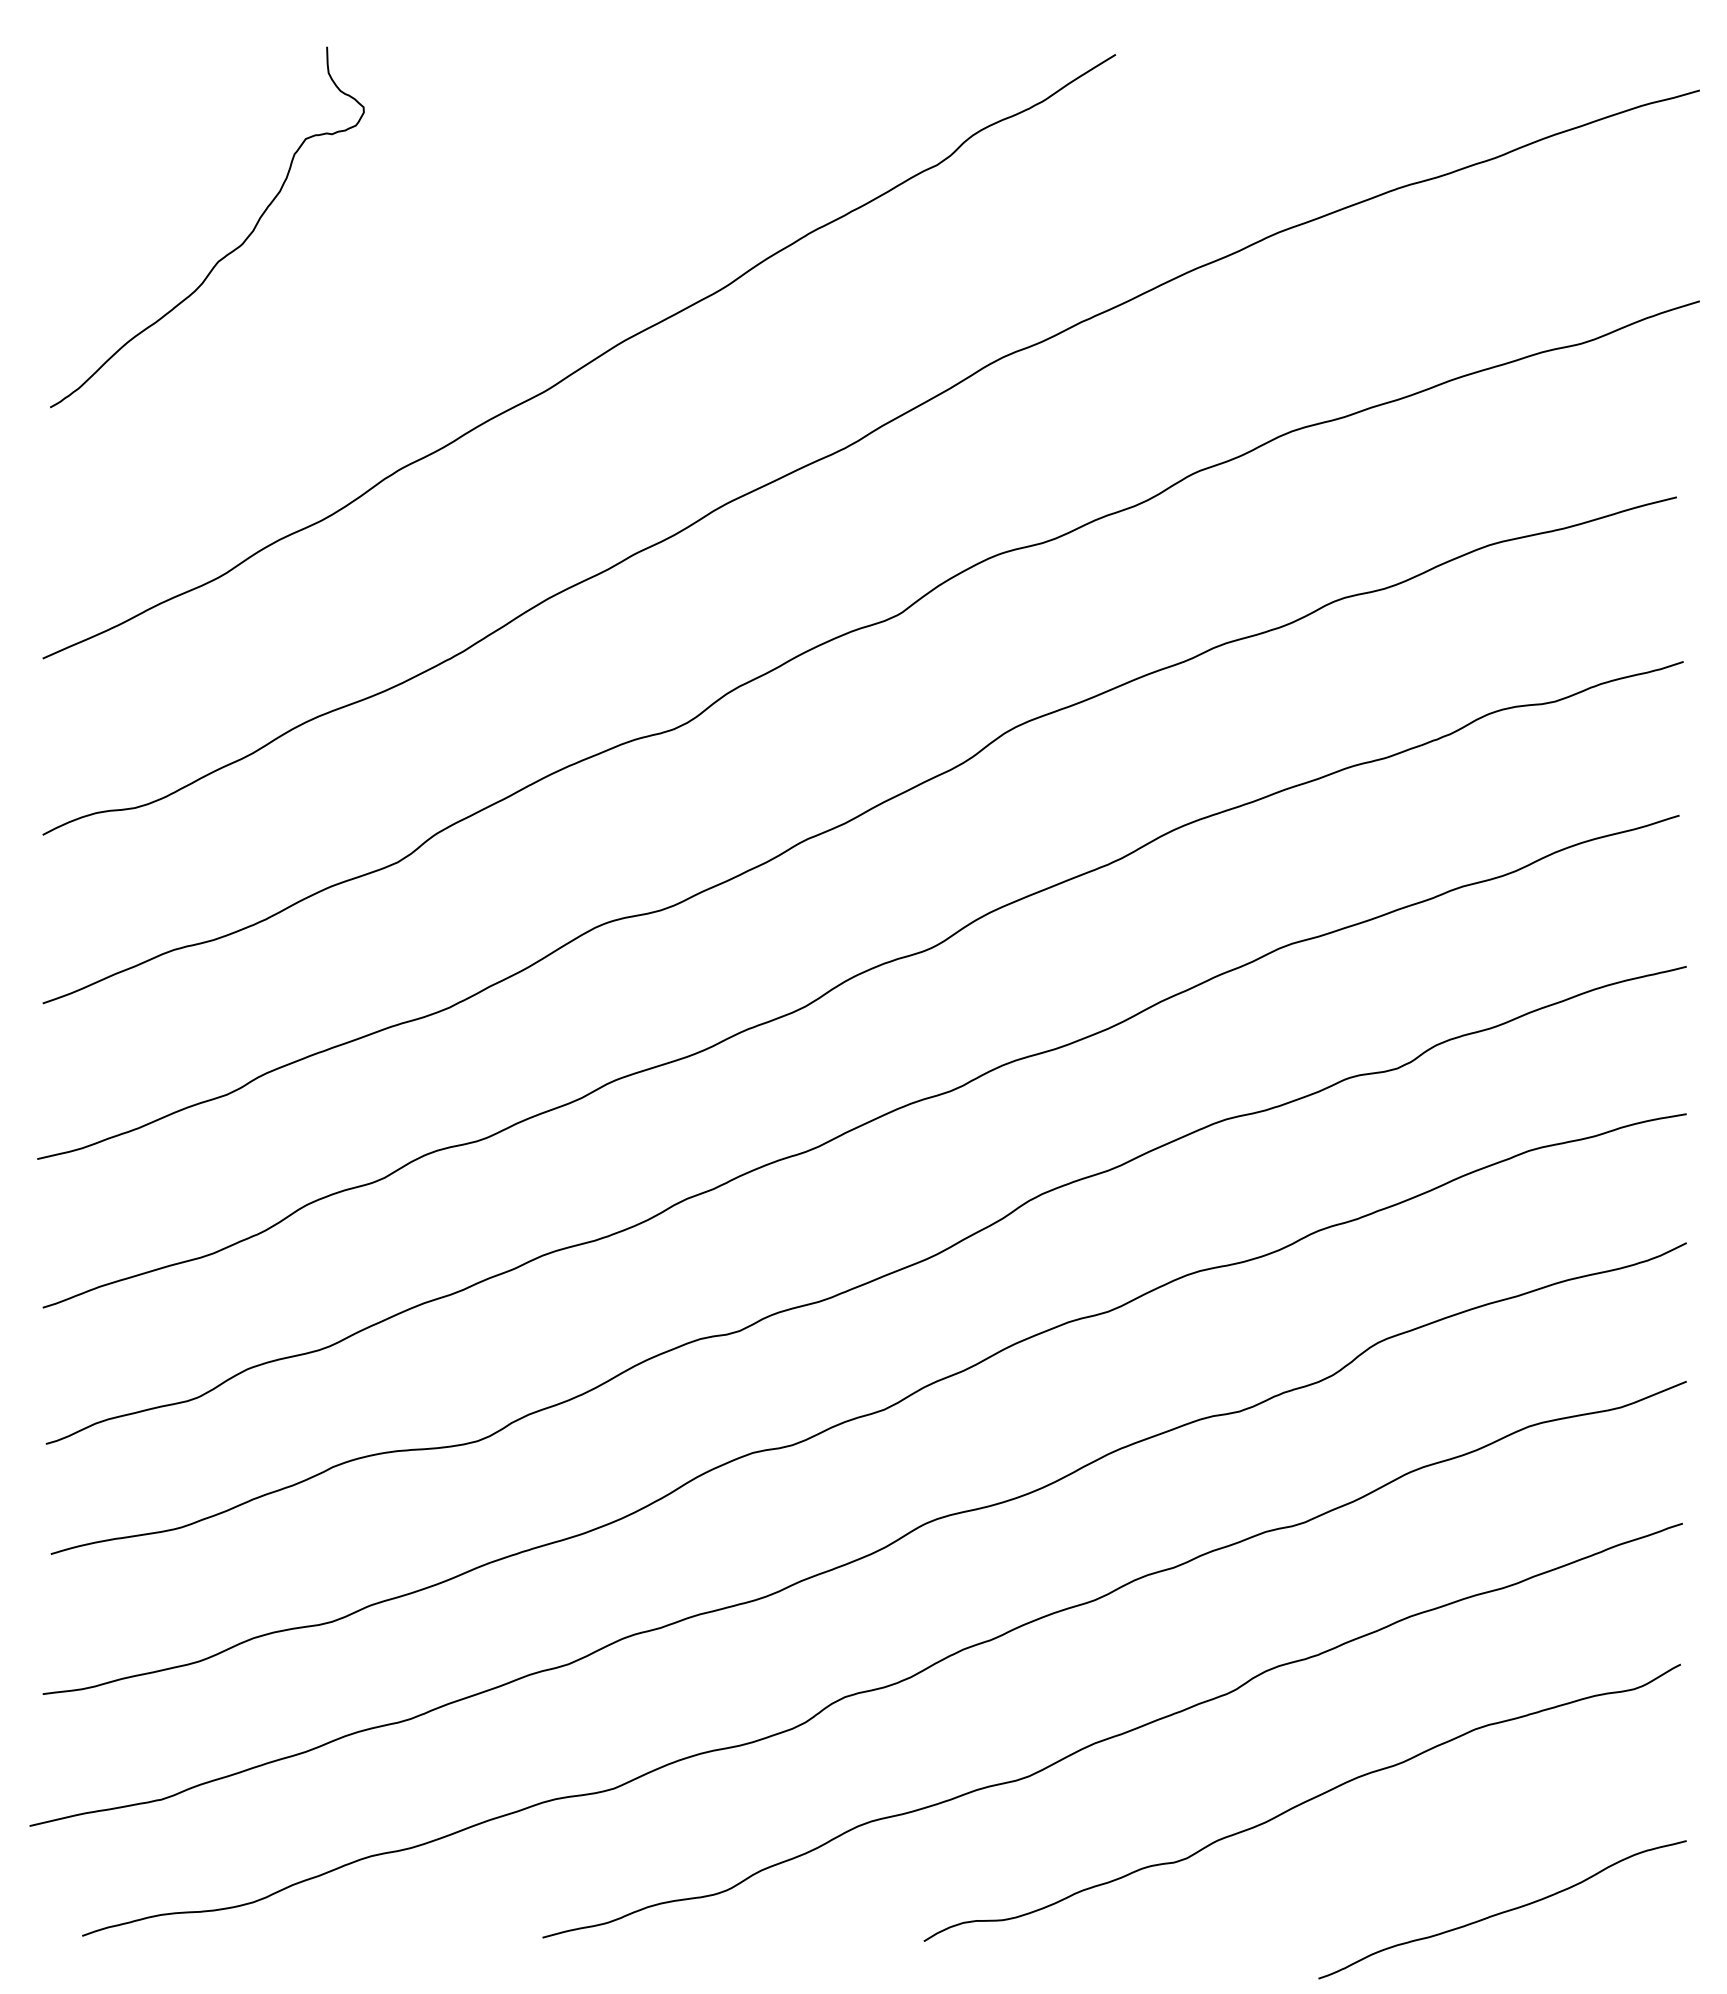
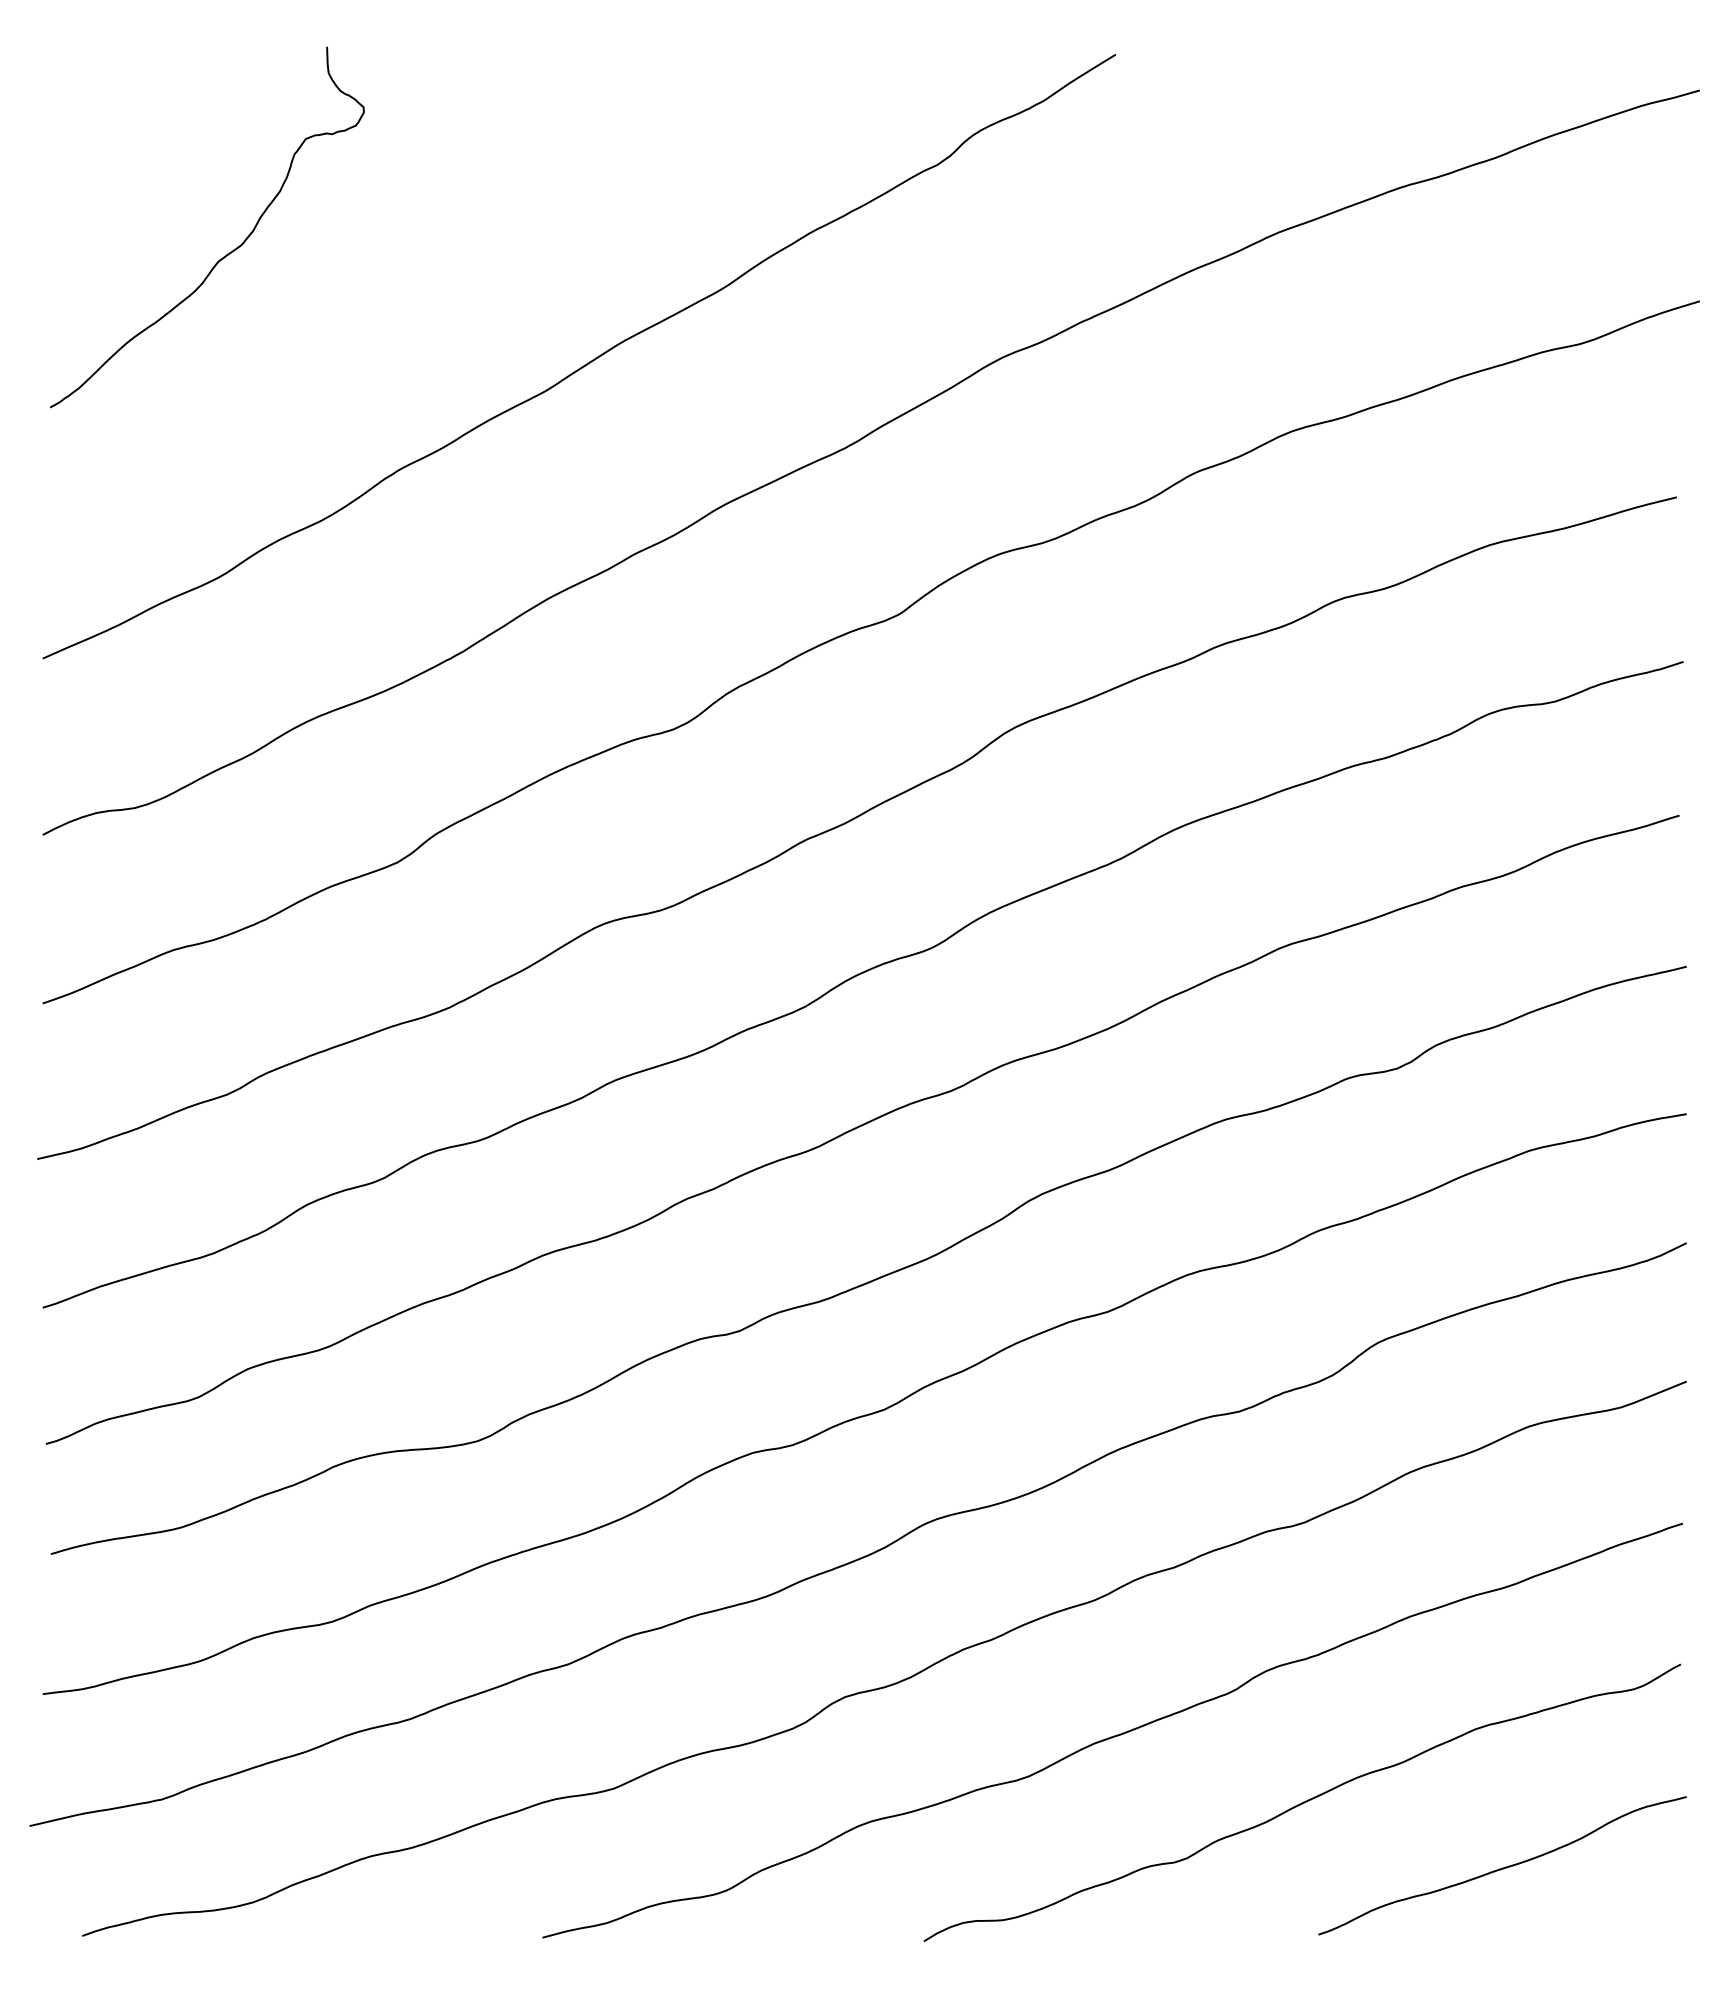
curve at (1502, 1911) position: (1502, 1911) -> (1502, 1867)
